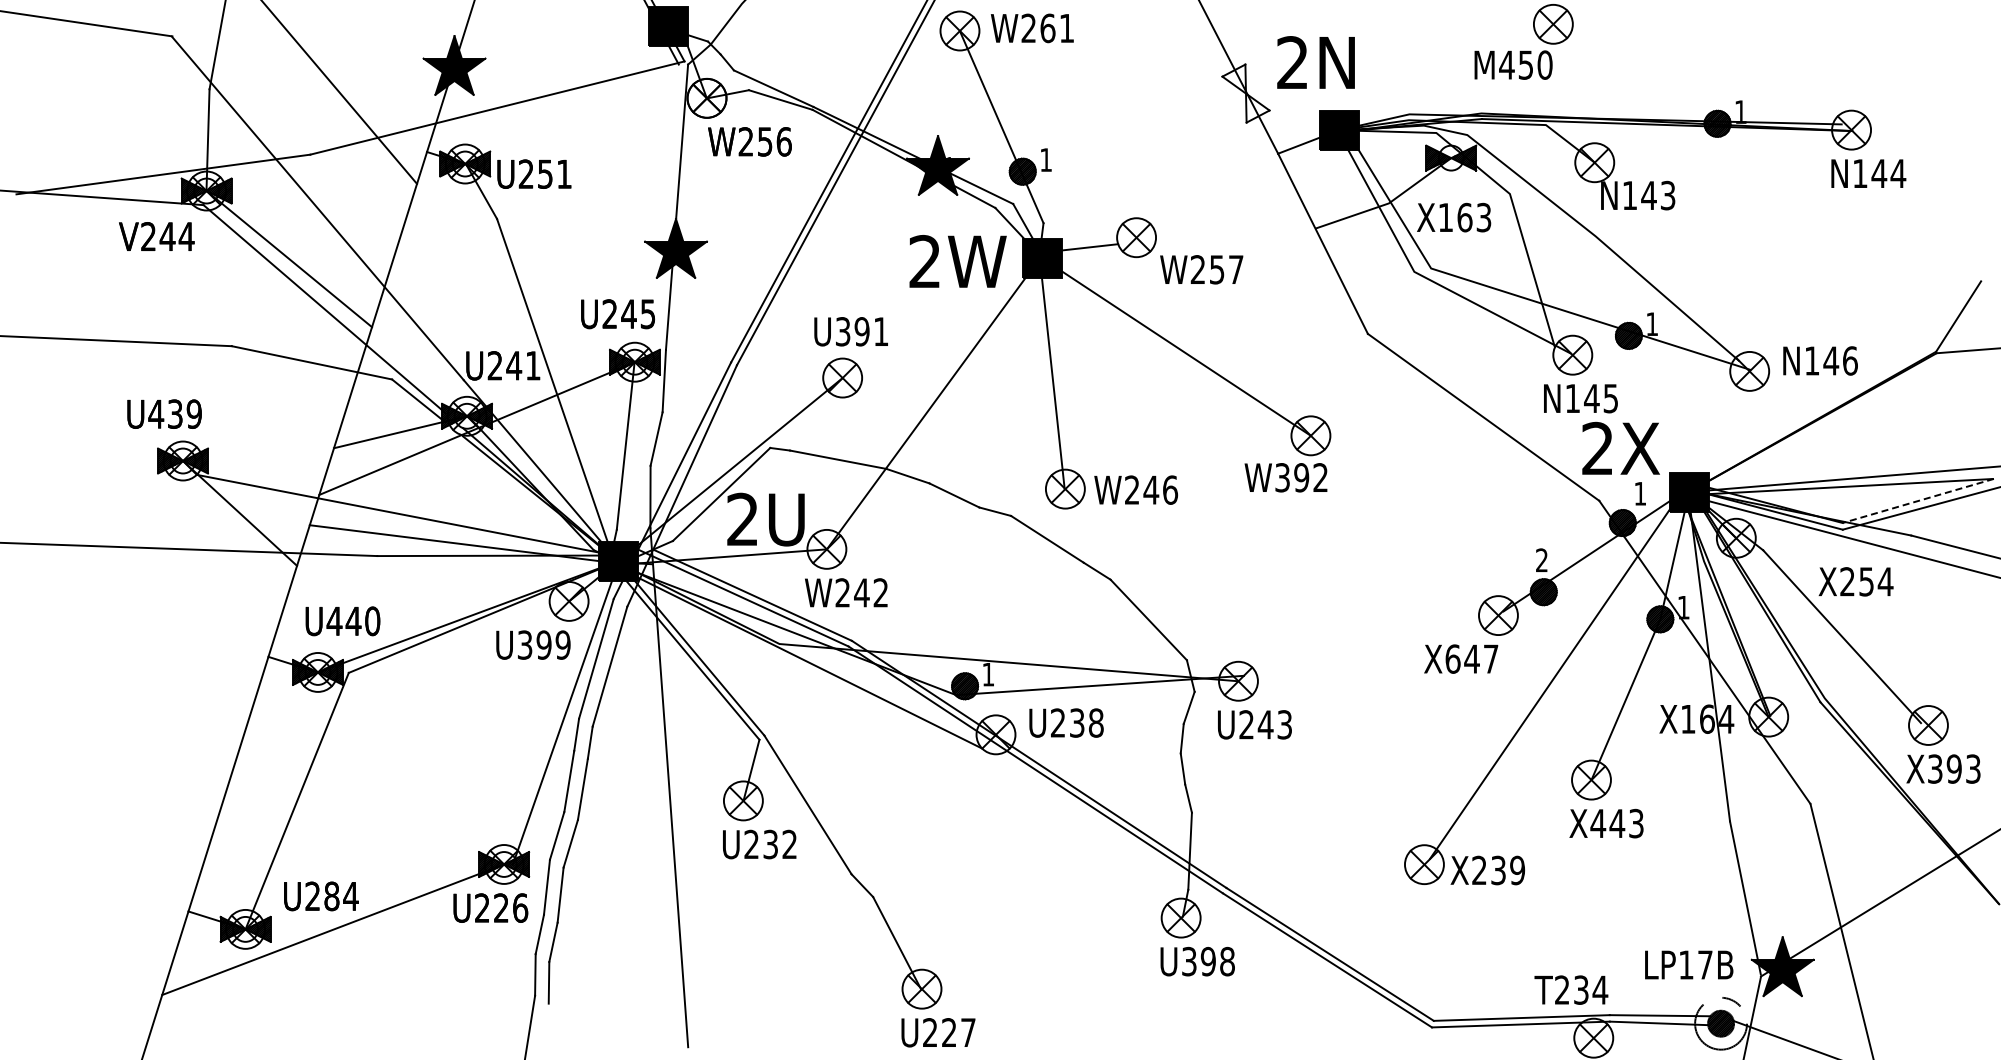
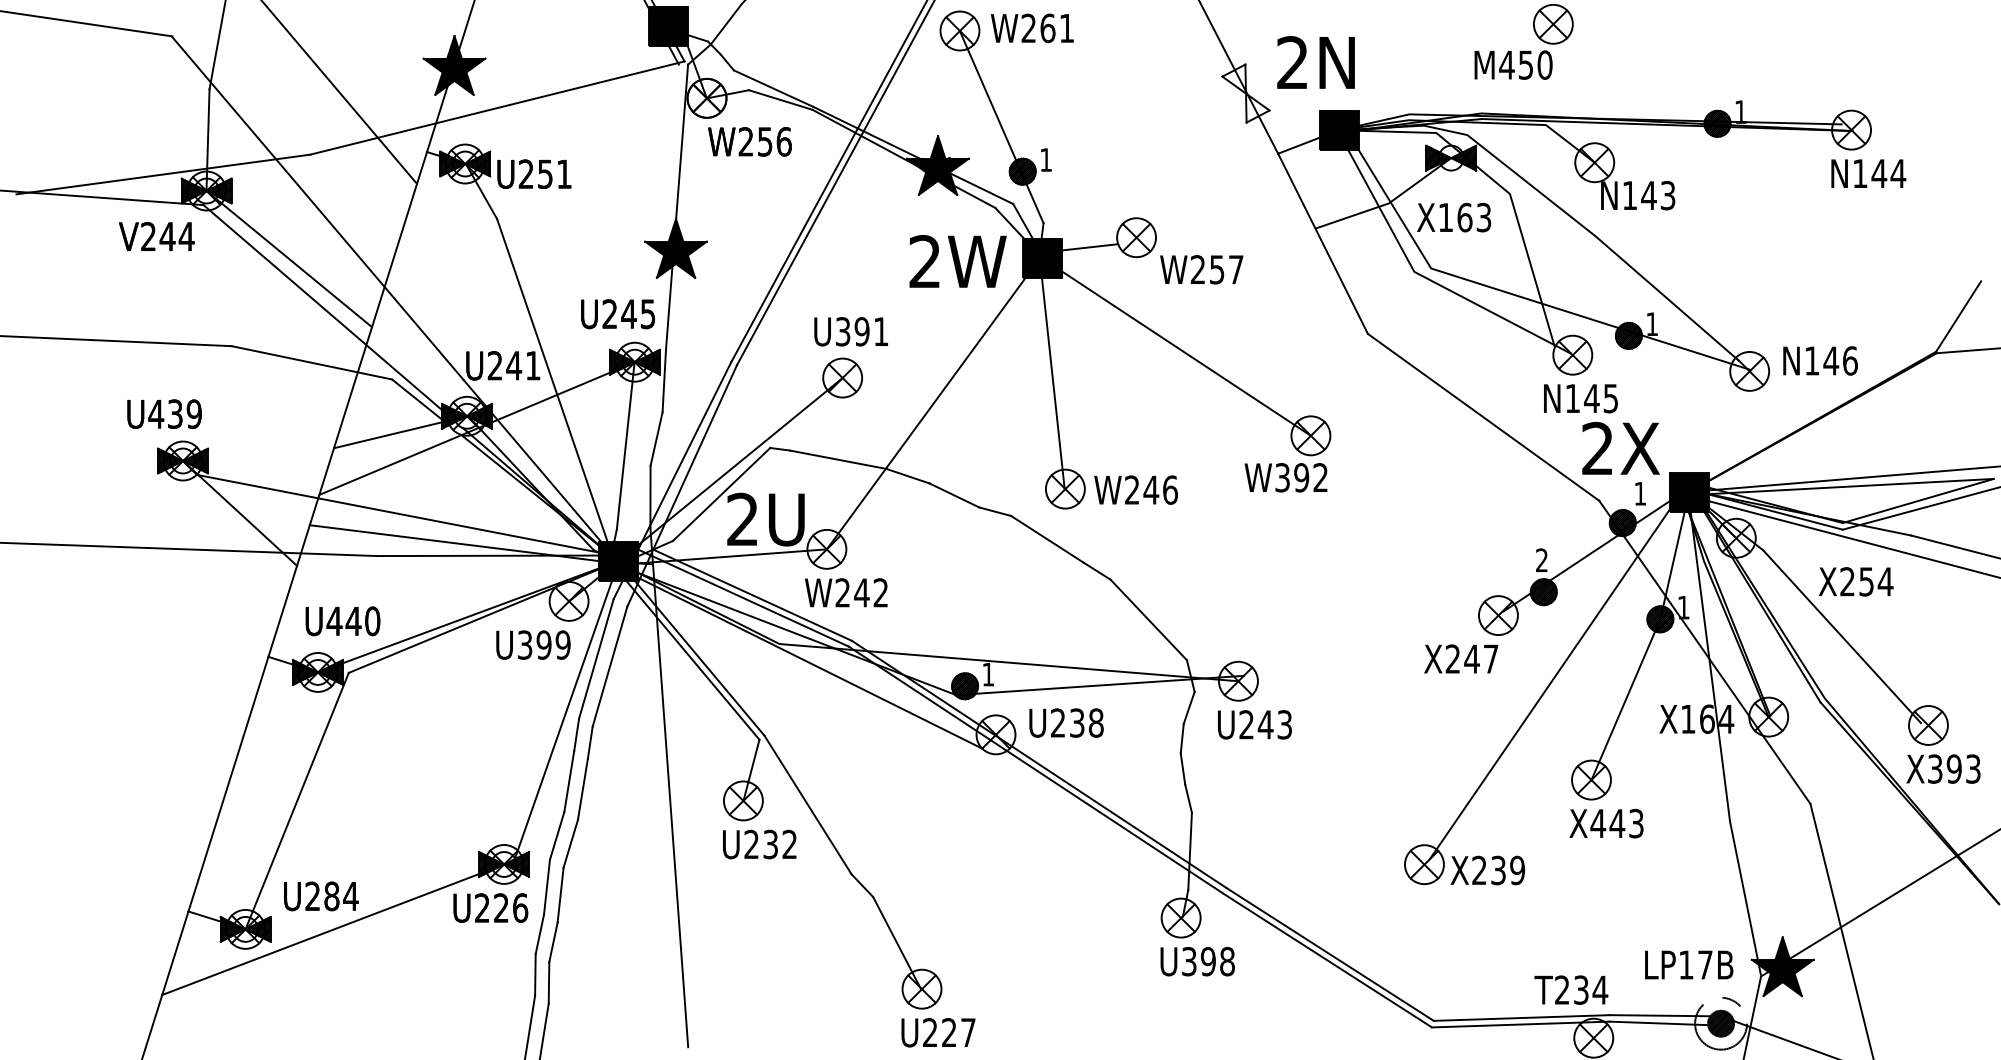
line at (1918, 500): dashed -> solid
text at (1452, 658): X647 -> X247
line at (544, 1029): none -> present
